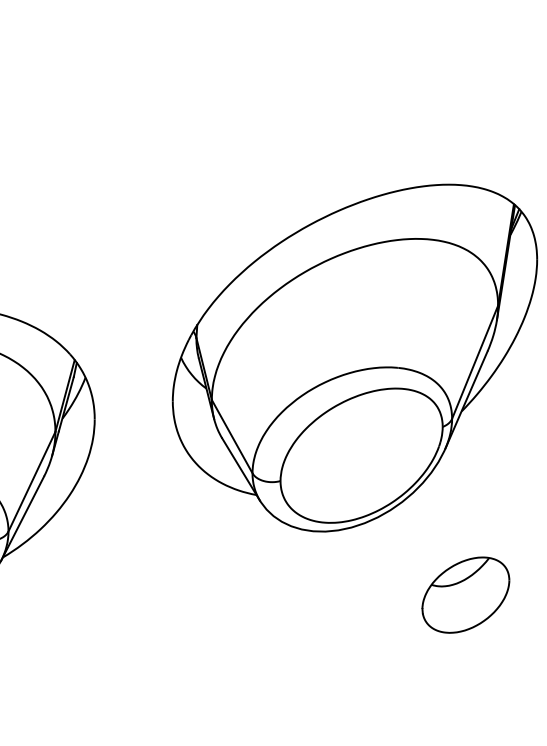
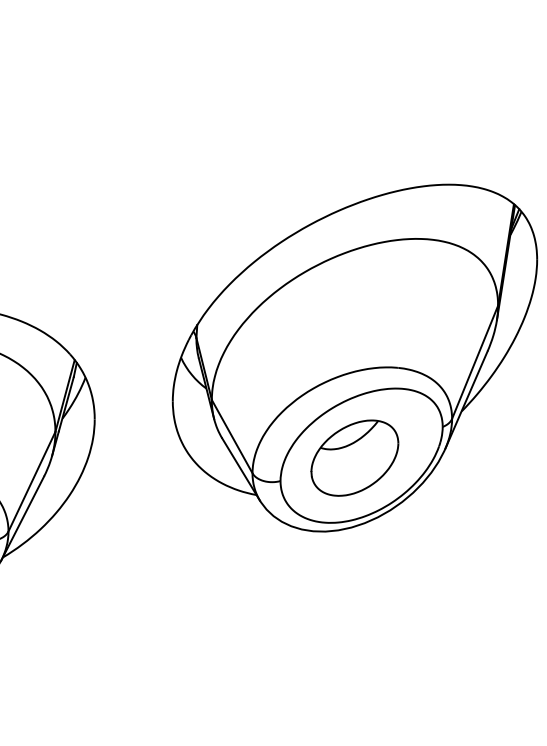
part at (465, 594) position: (465, 594) -> (354, 457)
